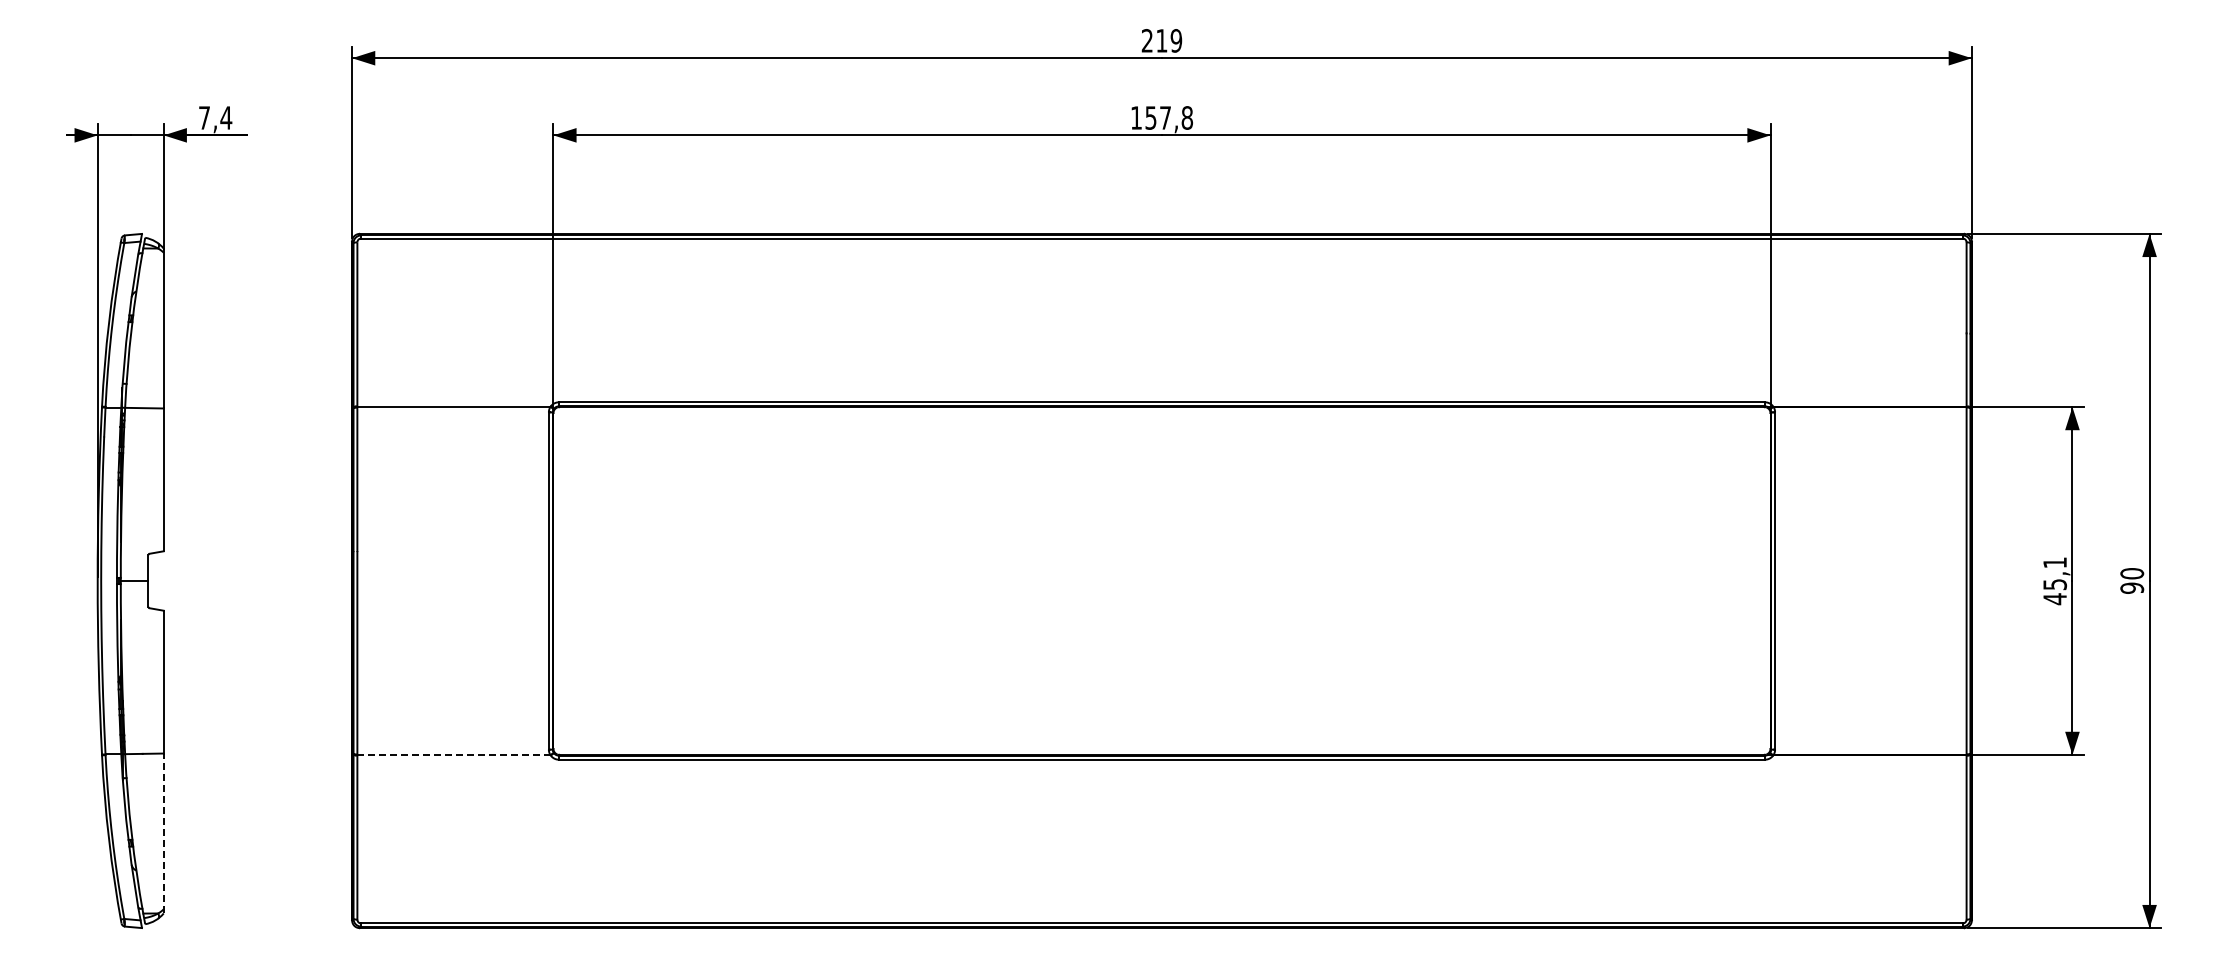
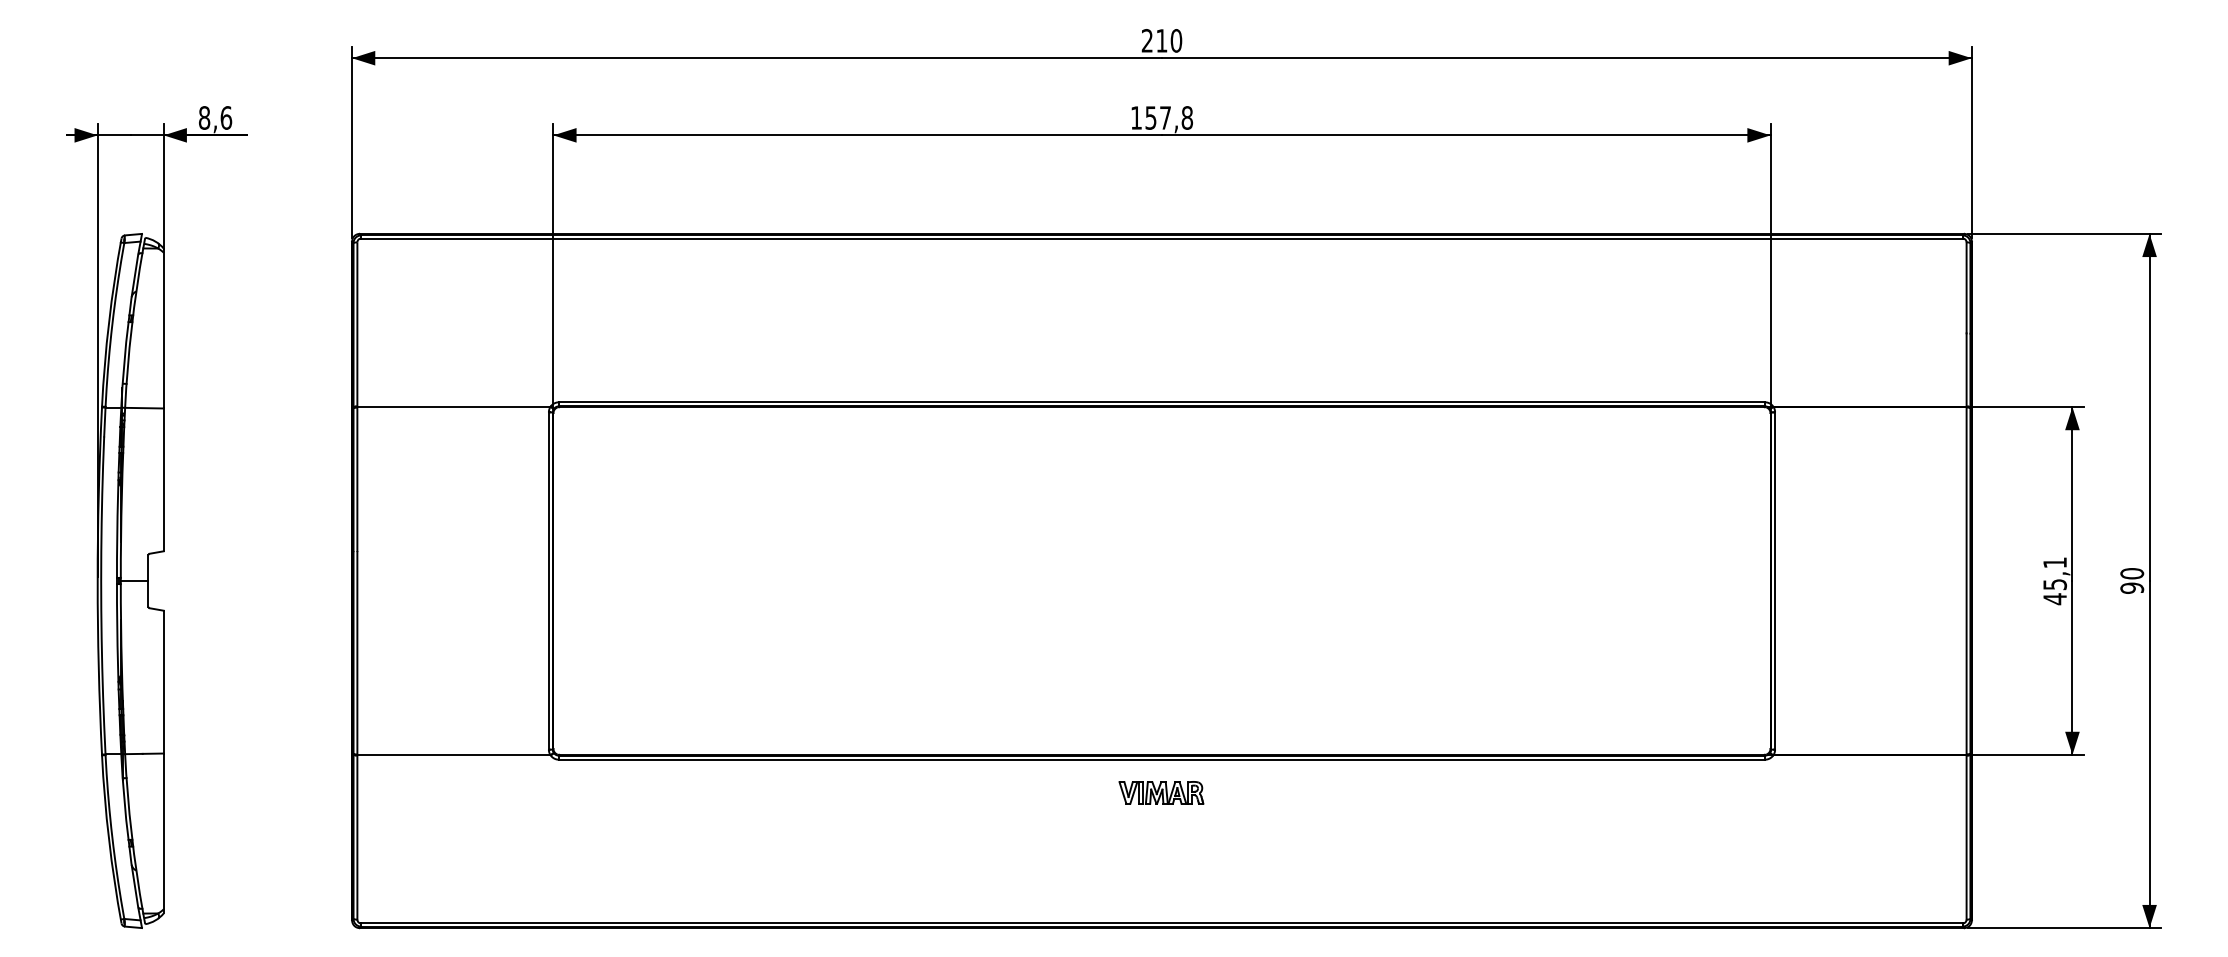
text at (1176, 40): 219 -> 210
text at (215, 117): 7,4 -> 8,6
line at (453, 755): dashed -> solid
part at (1161, 792): none -> present
line at (163, 833): dashed -> solid
